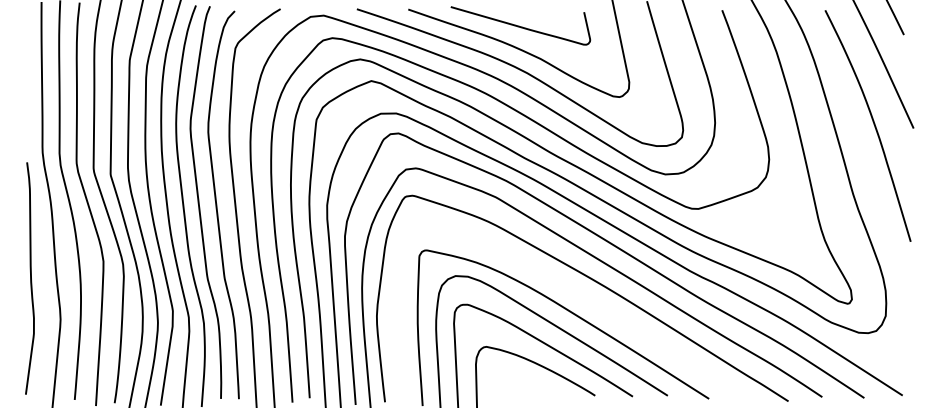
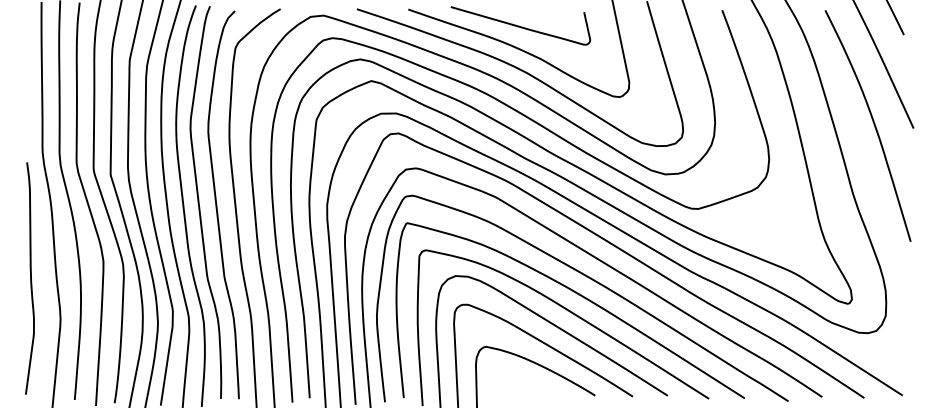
curve at (578, 295): none -> present
